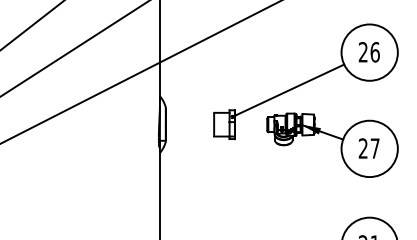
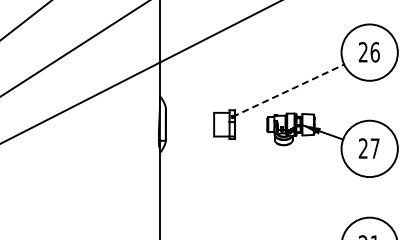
line at (31, 25) position: (31, 25) -> (25, 20)
line at (288, 90): solid -> dashed
